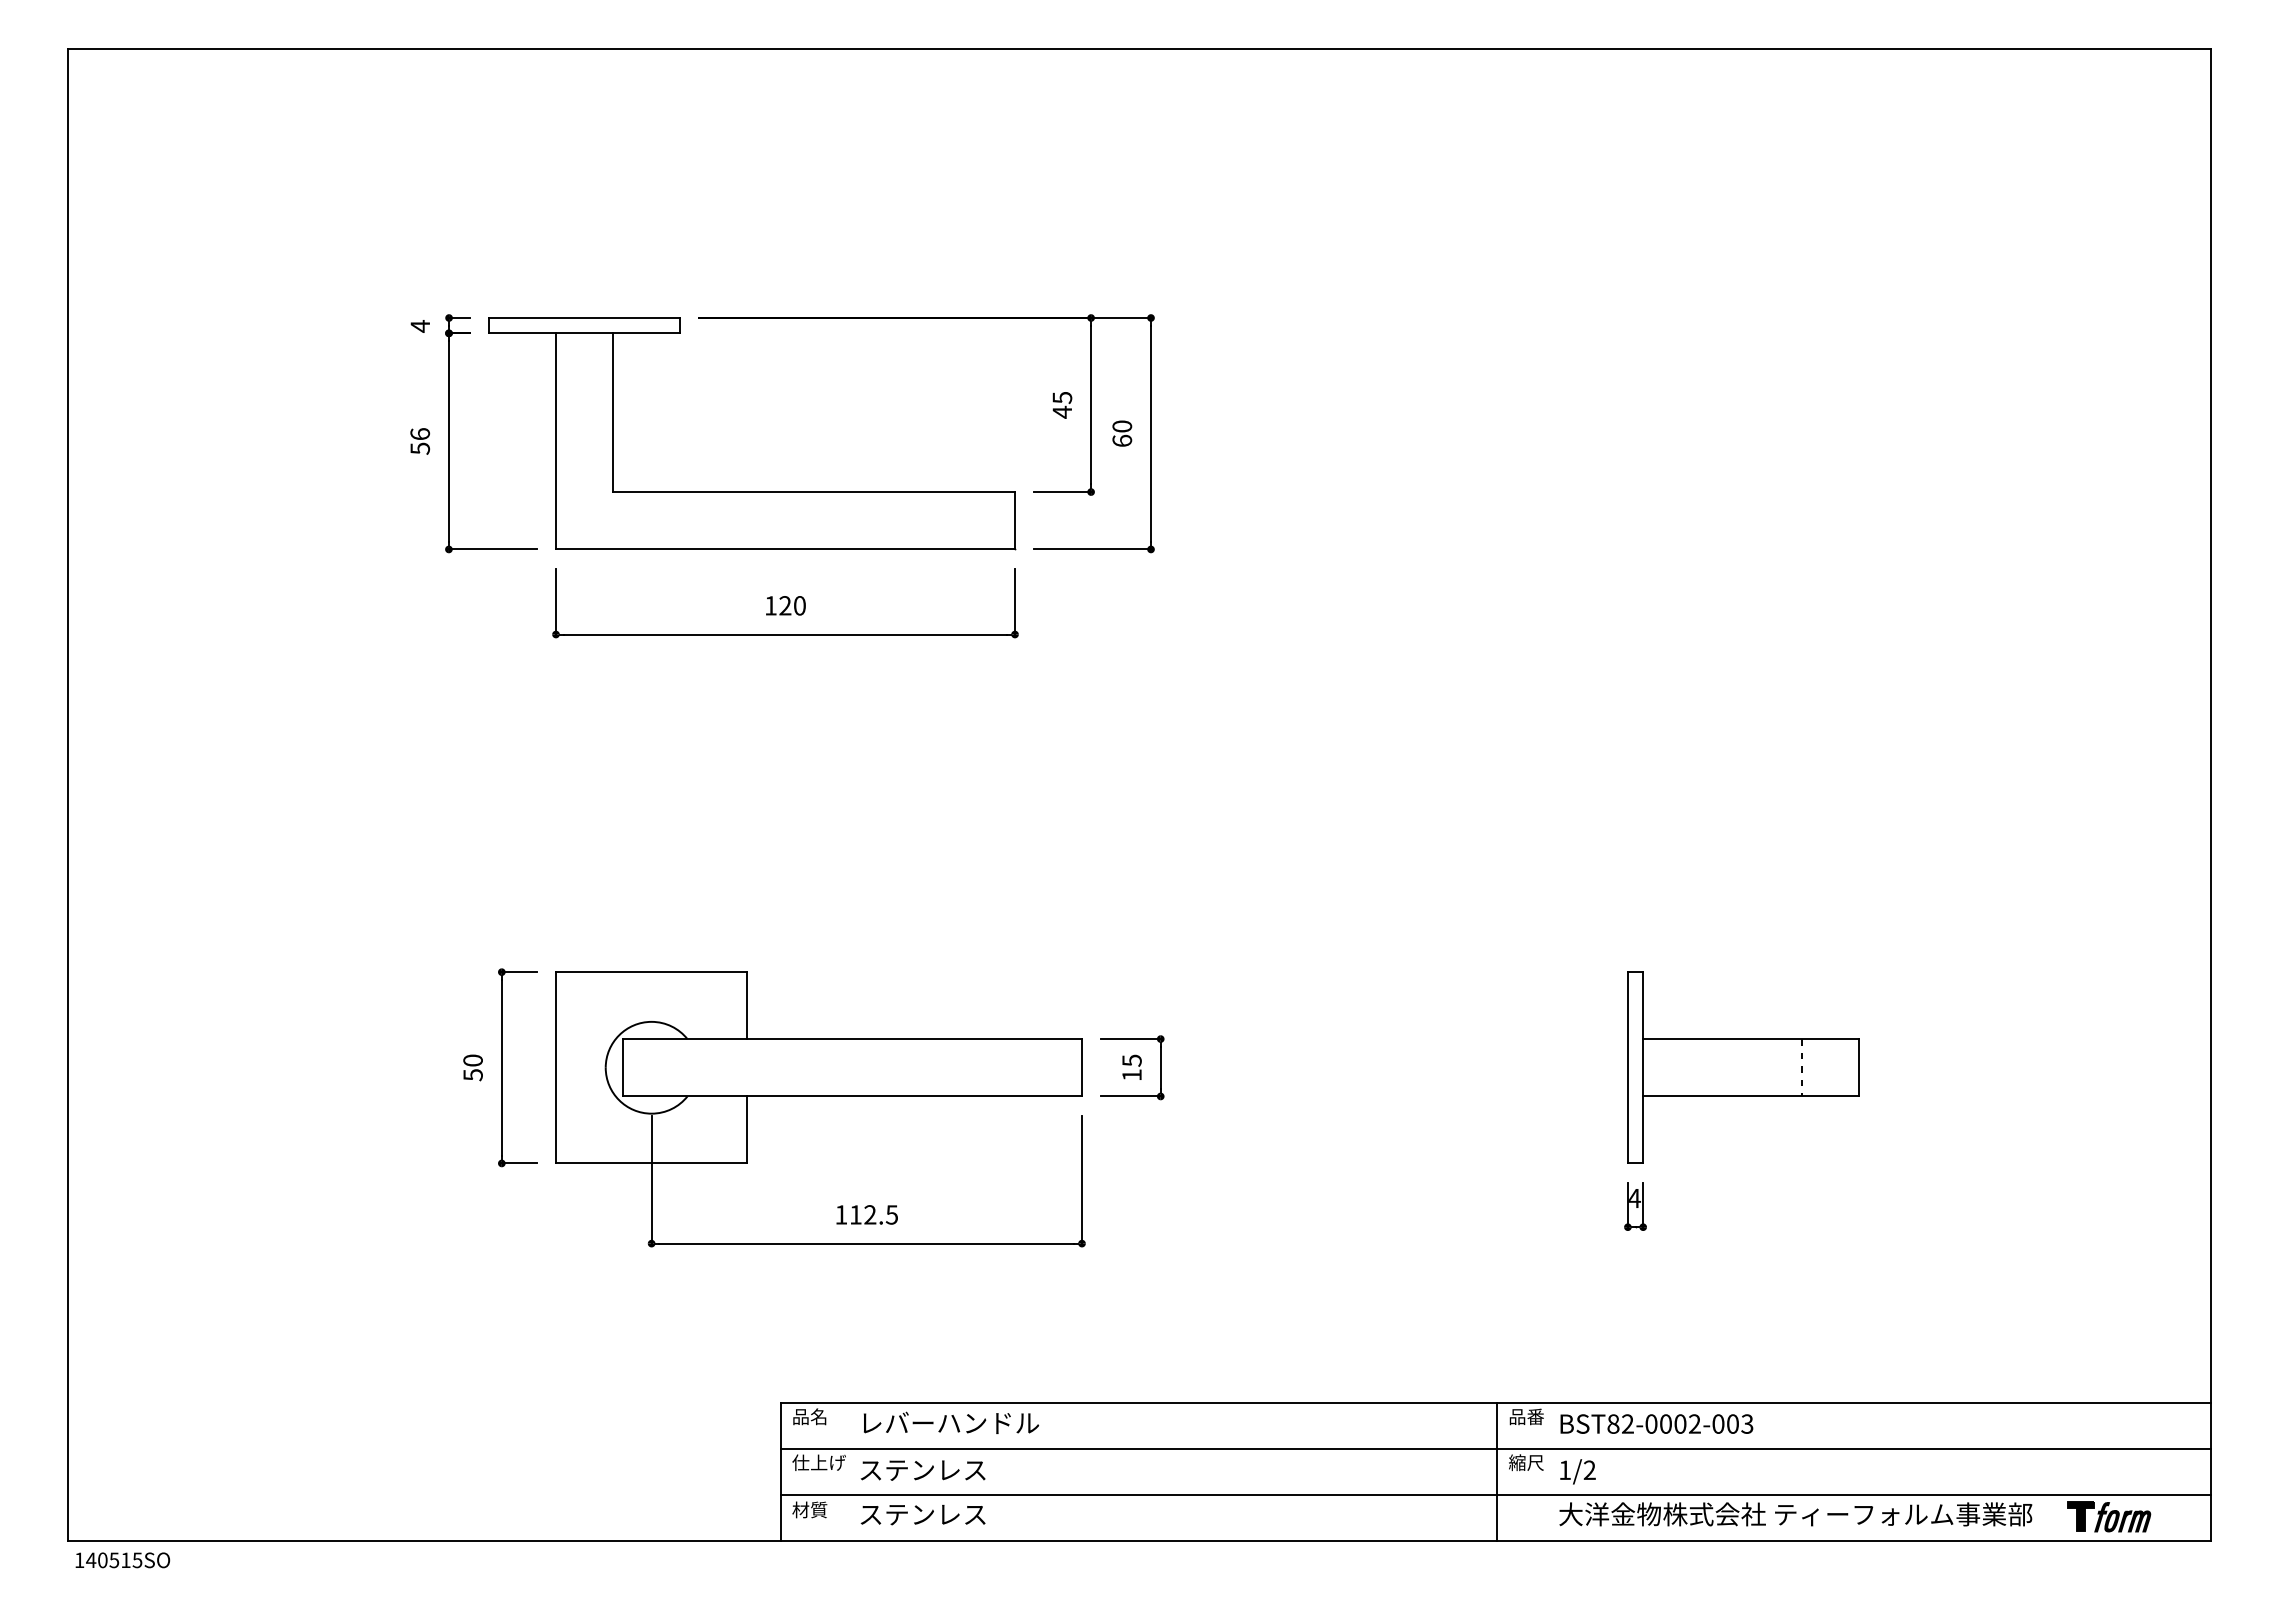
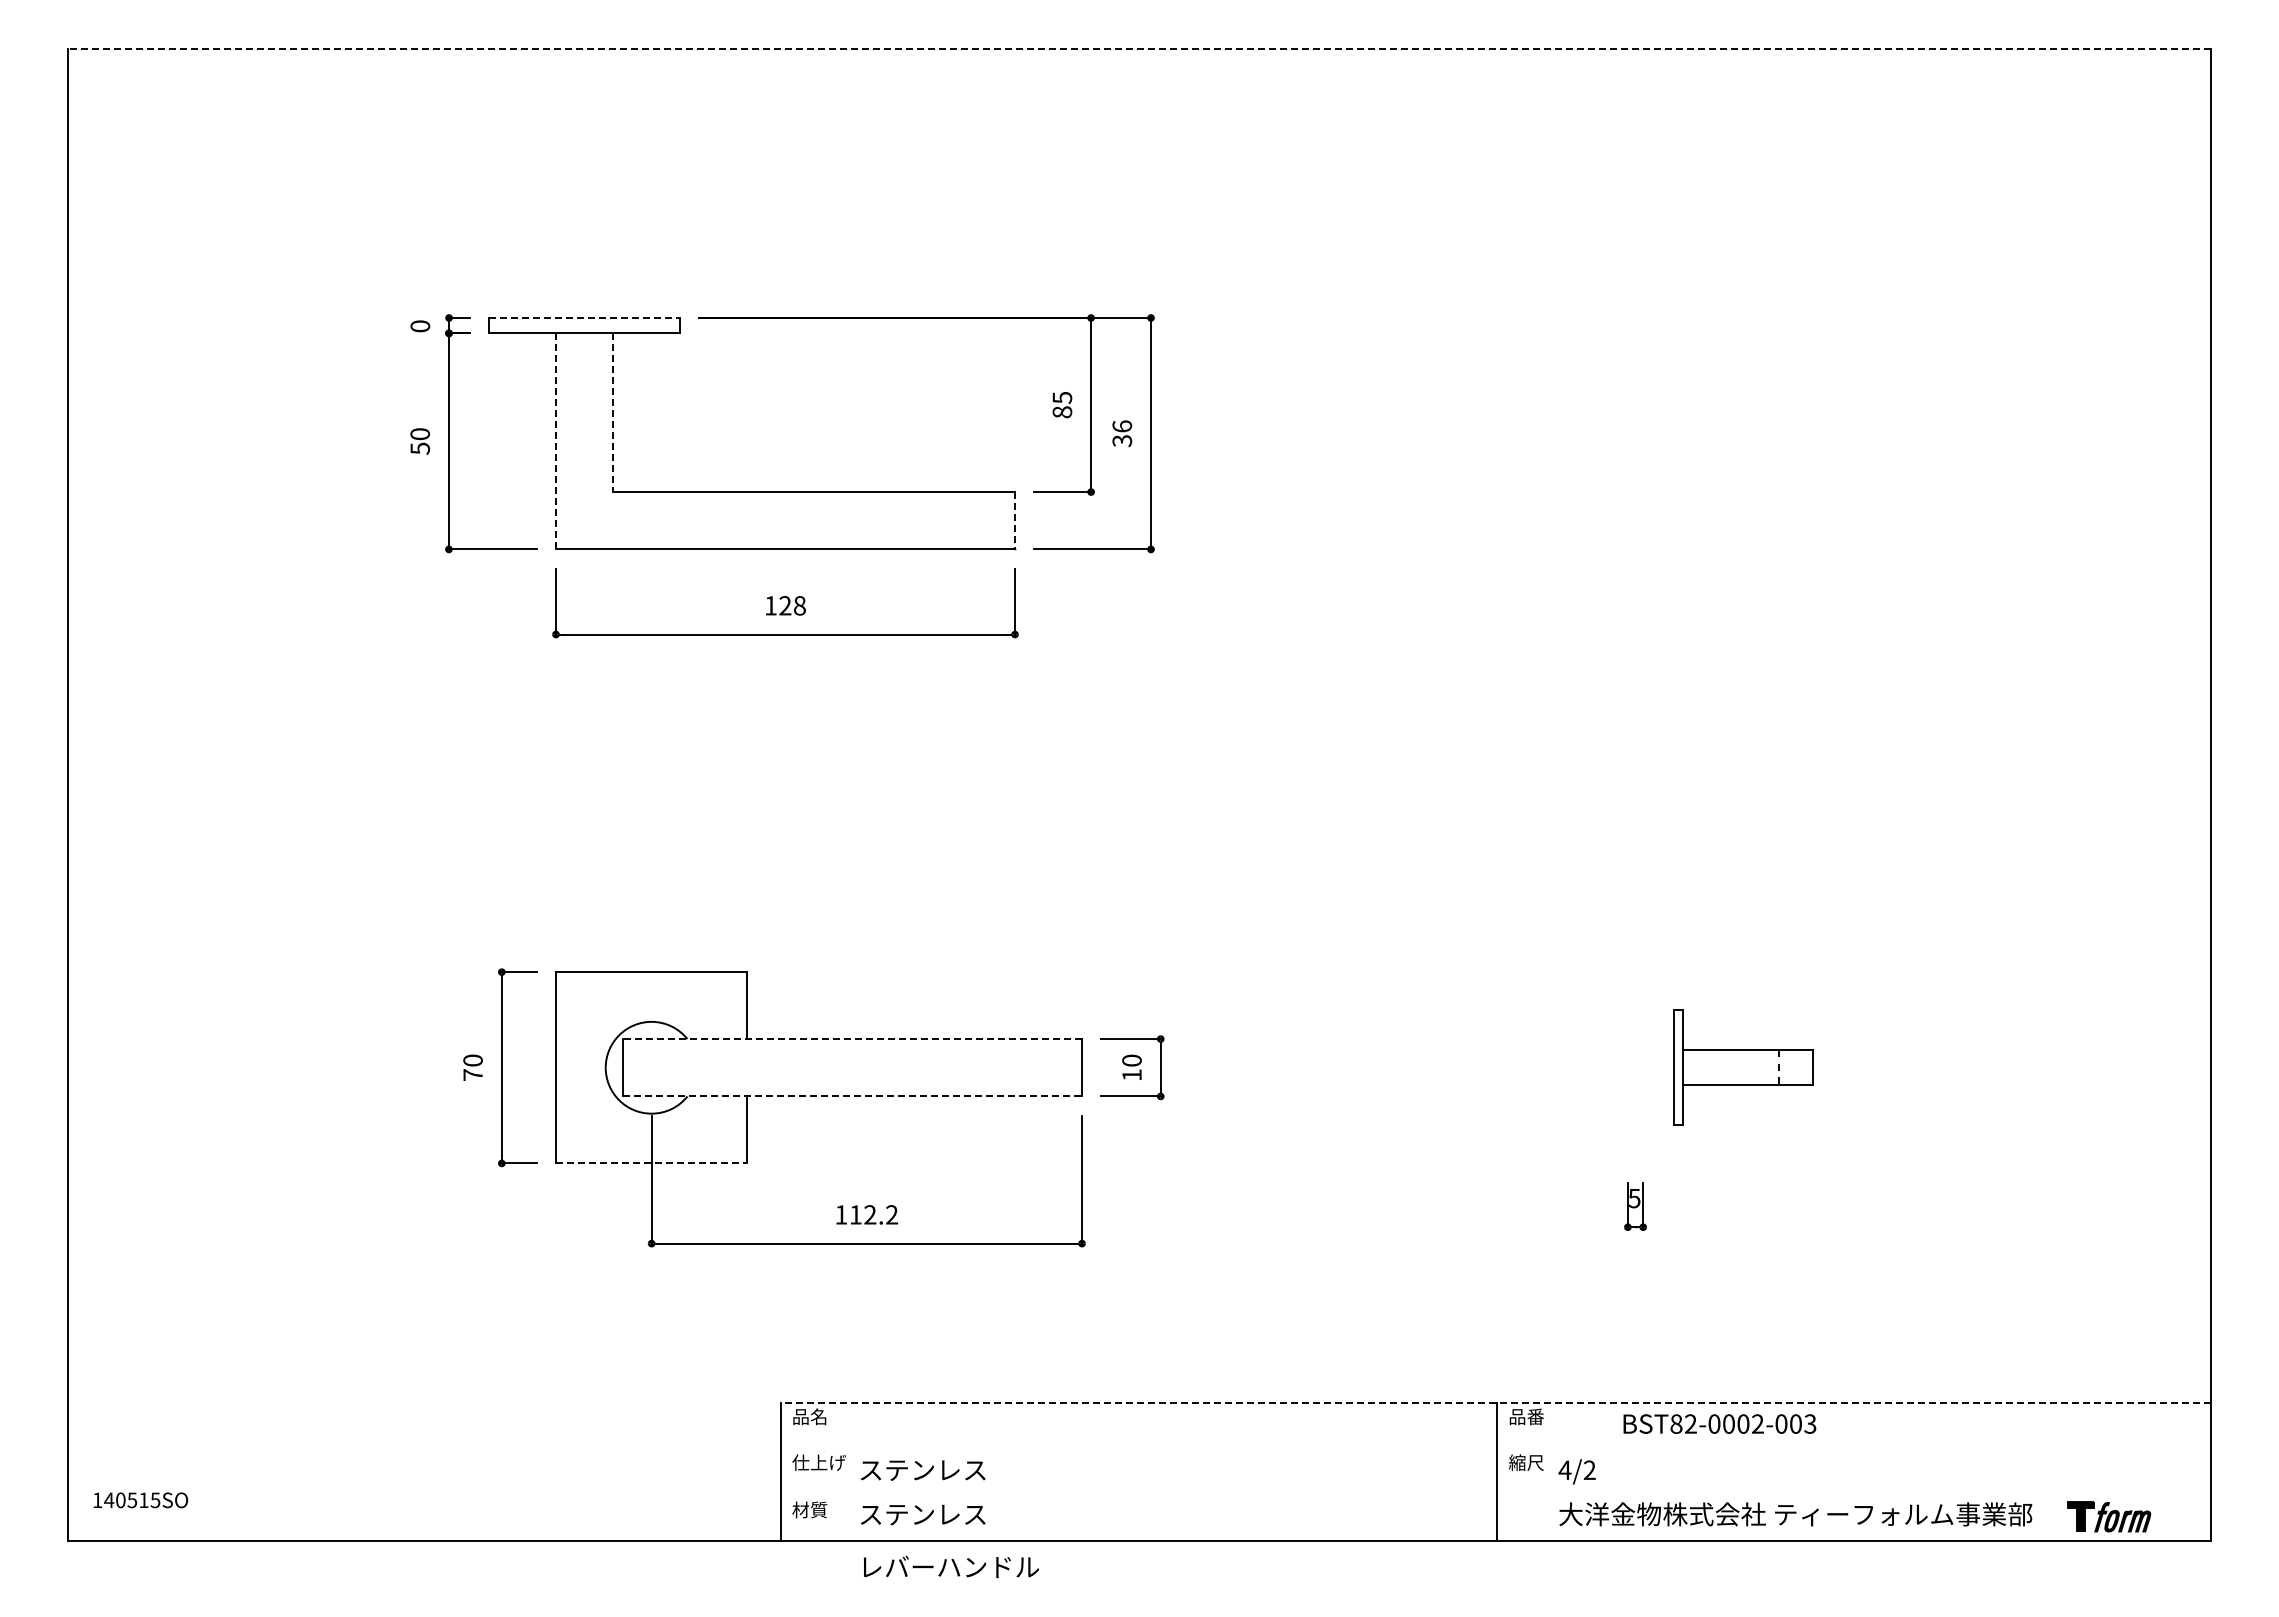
line at (1139, 48): solid -> dashed
line at (584, 318): solid -> dashed
text at (420, 326): 4 -> 0
text at (1062, 411): 45 -> 85
line at (613, 413): solid -> dashed
text at (1122, 433): 60 -> 36
text at (419, 434): 56 -> 50
line at (556, 440): solid -> dashed
line at (1015, 520): solid -> dashed
text at (799, 605): 120 -> 128
line at (852, 1039): solid -> dashed
text at (1131, 1060): 15 -> 10
part at (1743, 1067) size: 233x193 px -> 141x117 px
text at (472, 1075): 50 -> 70
line at (852, 1096): solid -> dashed
line at (651, 1163): solid -> dashed
text at (1634, 1198): 4 -> 5
text at (891, 1214): 112.5 -> 112.2
line at (1495, 1402): solid -> dashed
text at (951, 1422) position: (951, 1422) -> (951, 1566)
text at (1656, 1423) position: (1656, 1423) -> (1719, 1423)
line at (1495, 1448): present -> none
text at (1564, 1469): 1/2 -> 4/2
line at (1495, 1494): present -> none
text at (122, 1560) position: (122, 1560) -> (140, 1500)
